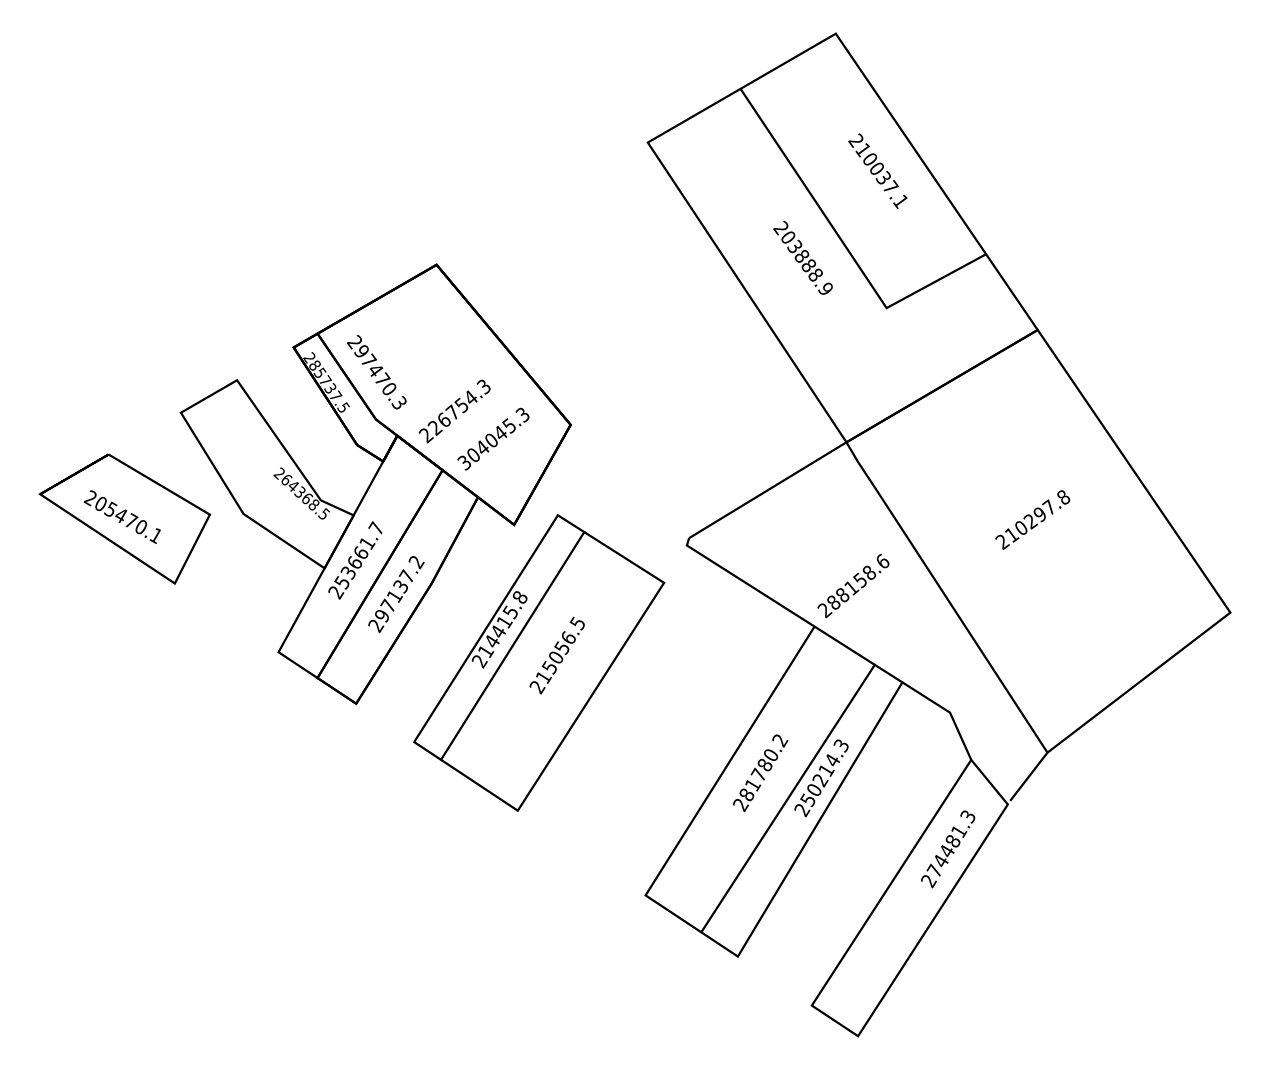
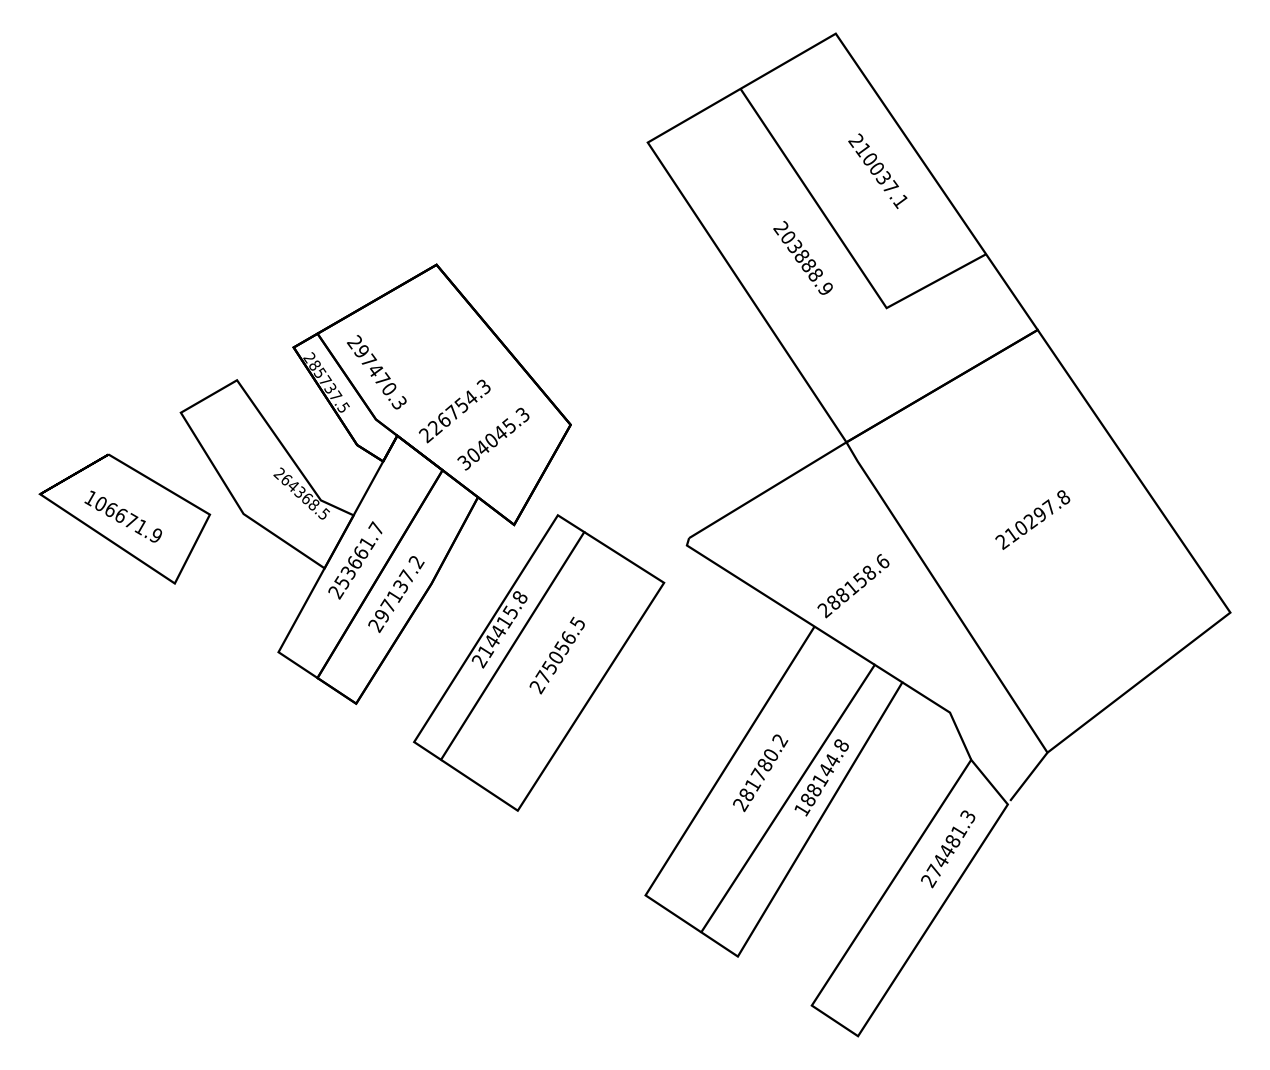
text at (122, 516): 205470.1 -> 106671.9
text at (543, 676): 215056.5 -> 275056.5
text at (821, 778): 250214.3 -> 188144.8
